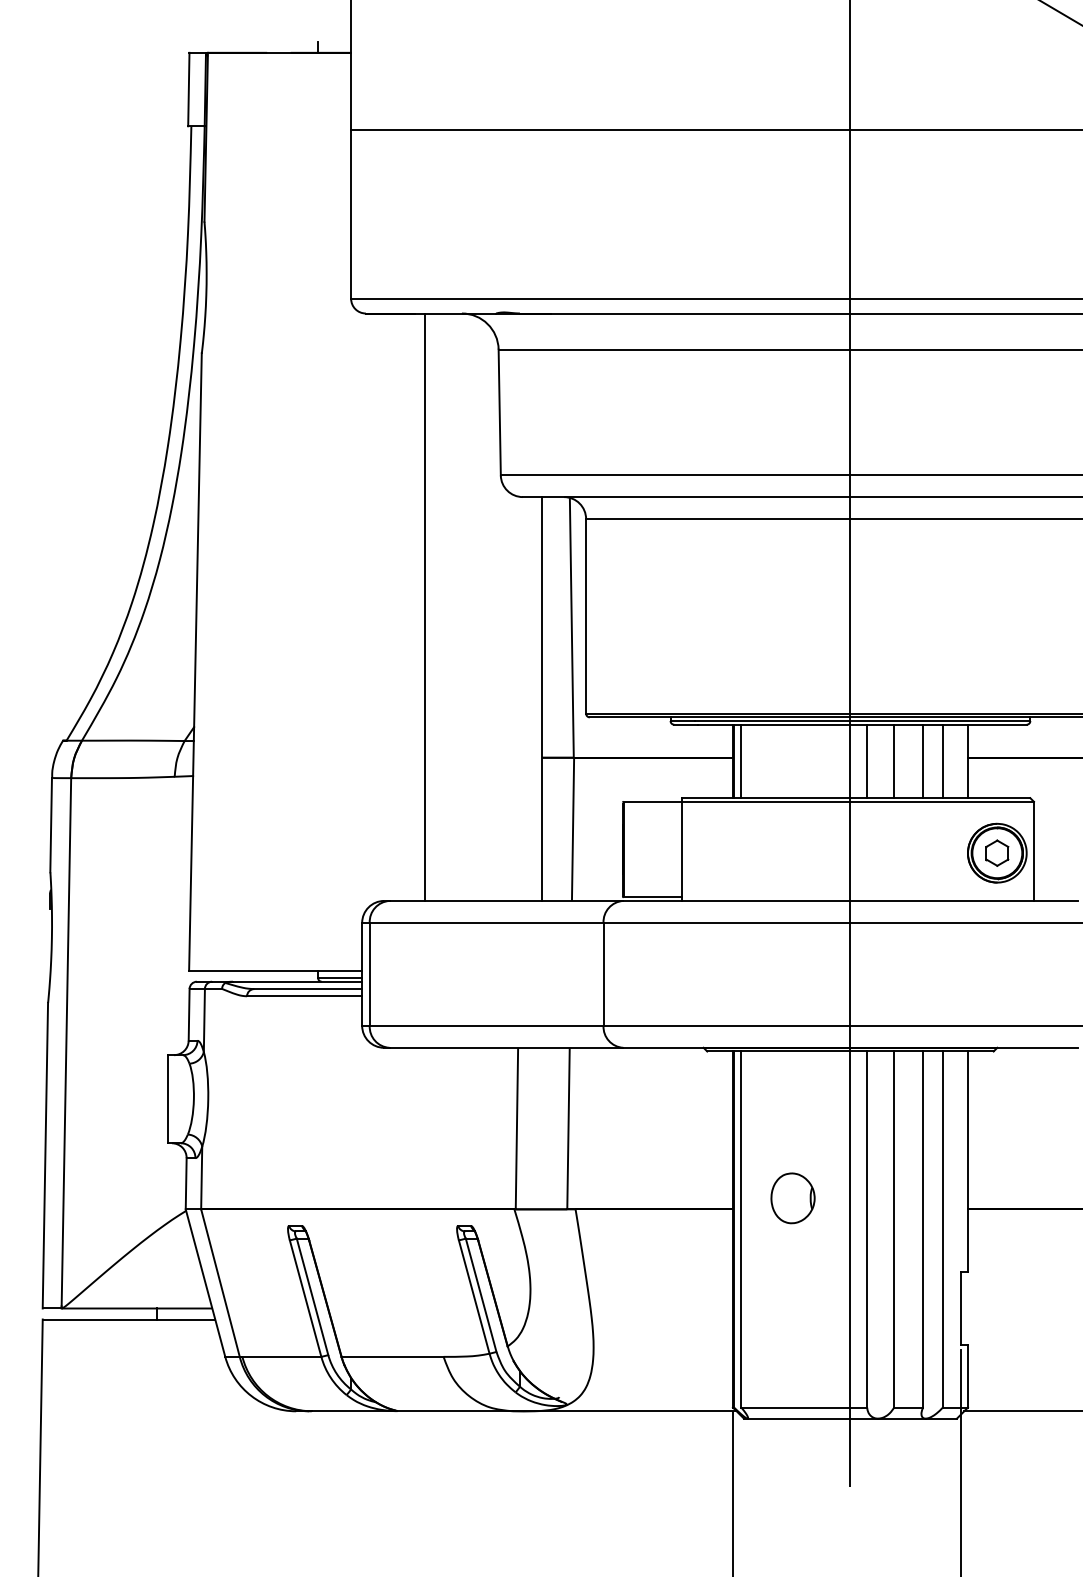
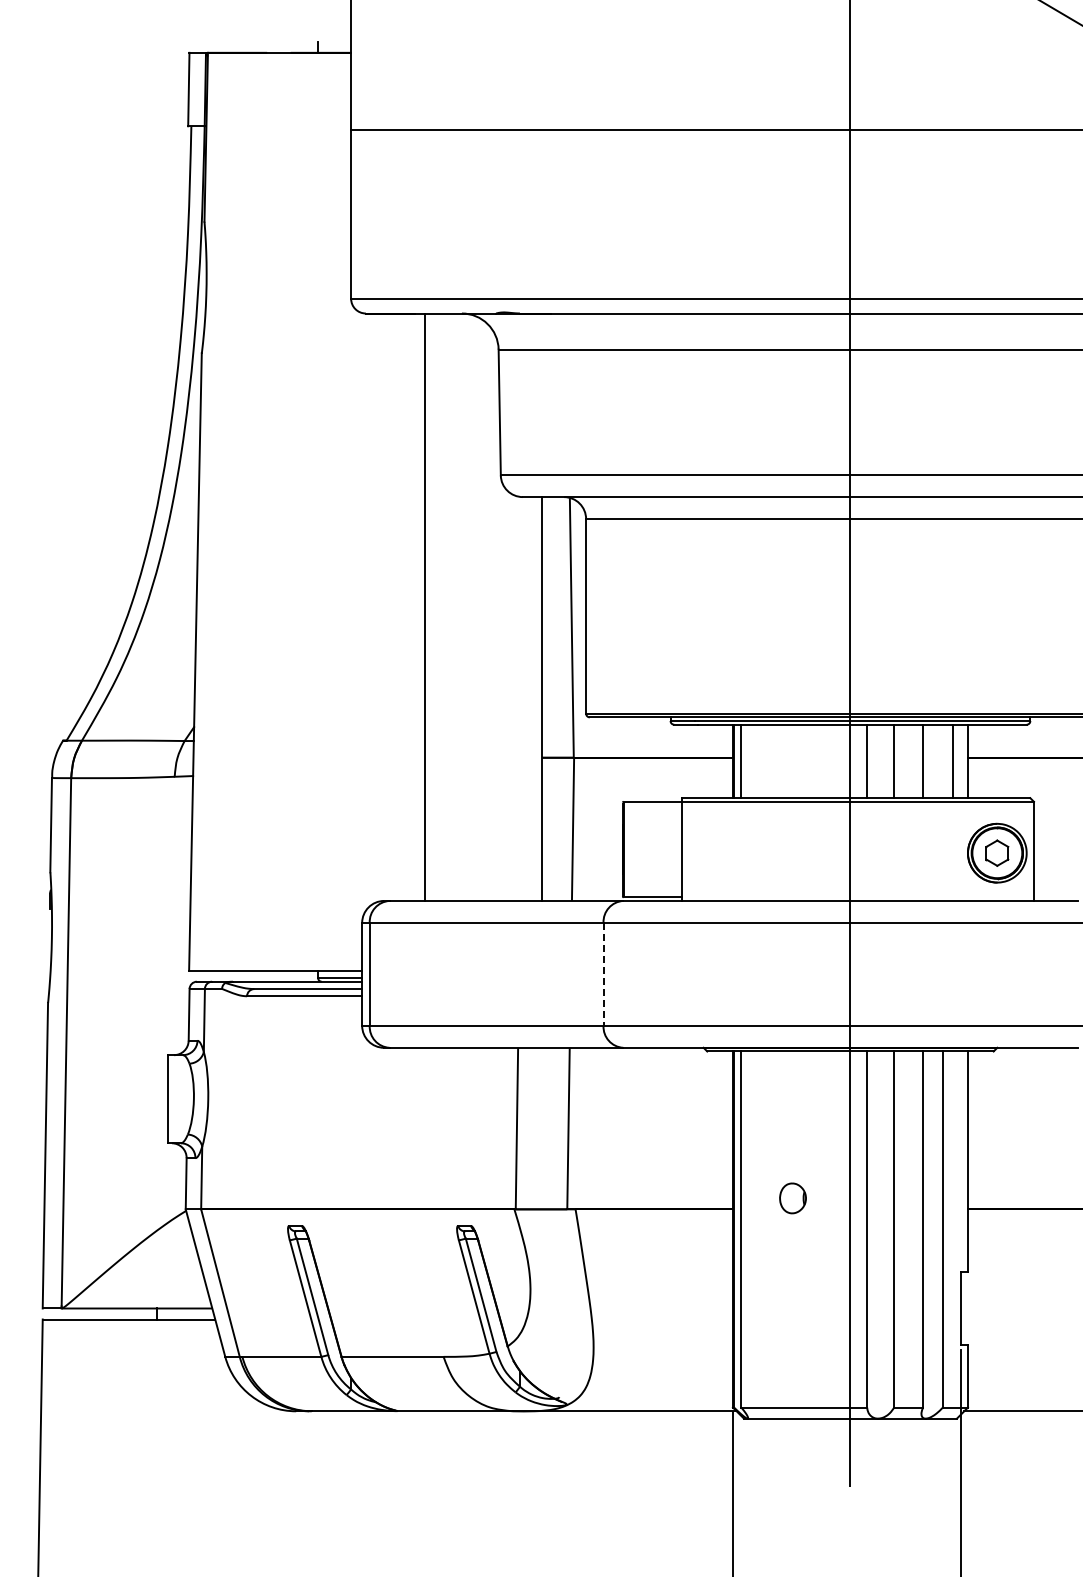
line at (942, 761) position: (942, 761) -> (952, 761)
line at (603, 974): solid -> dashed
part at (792, 1198) size: 46x53 px -> 28x33 px
